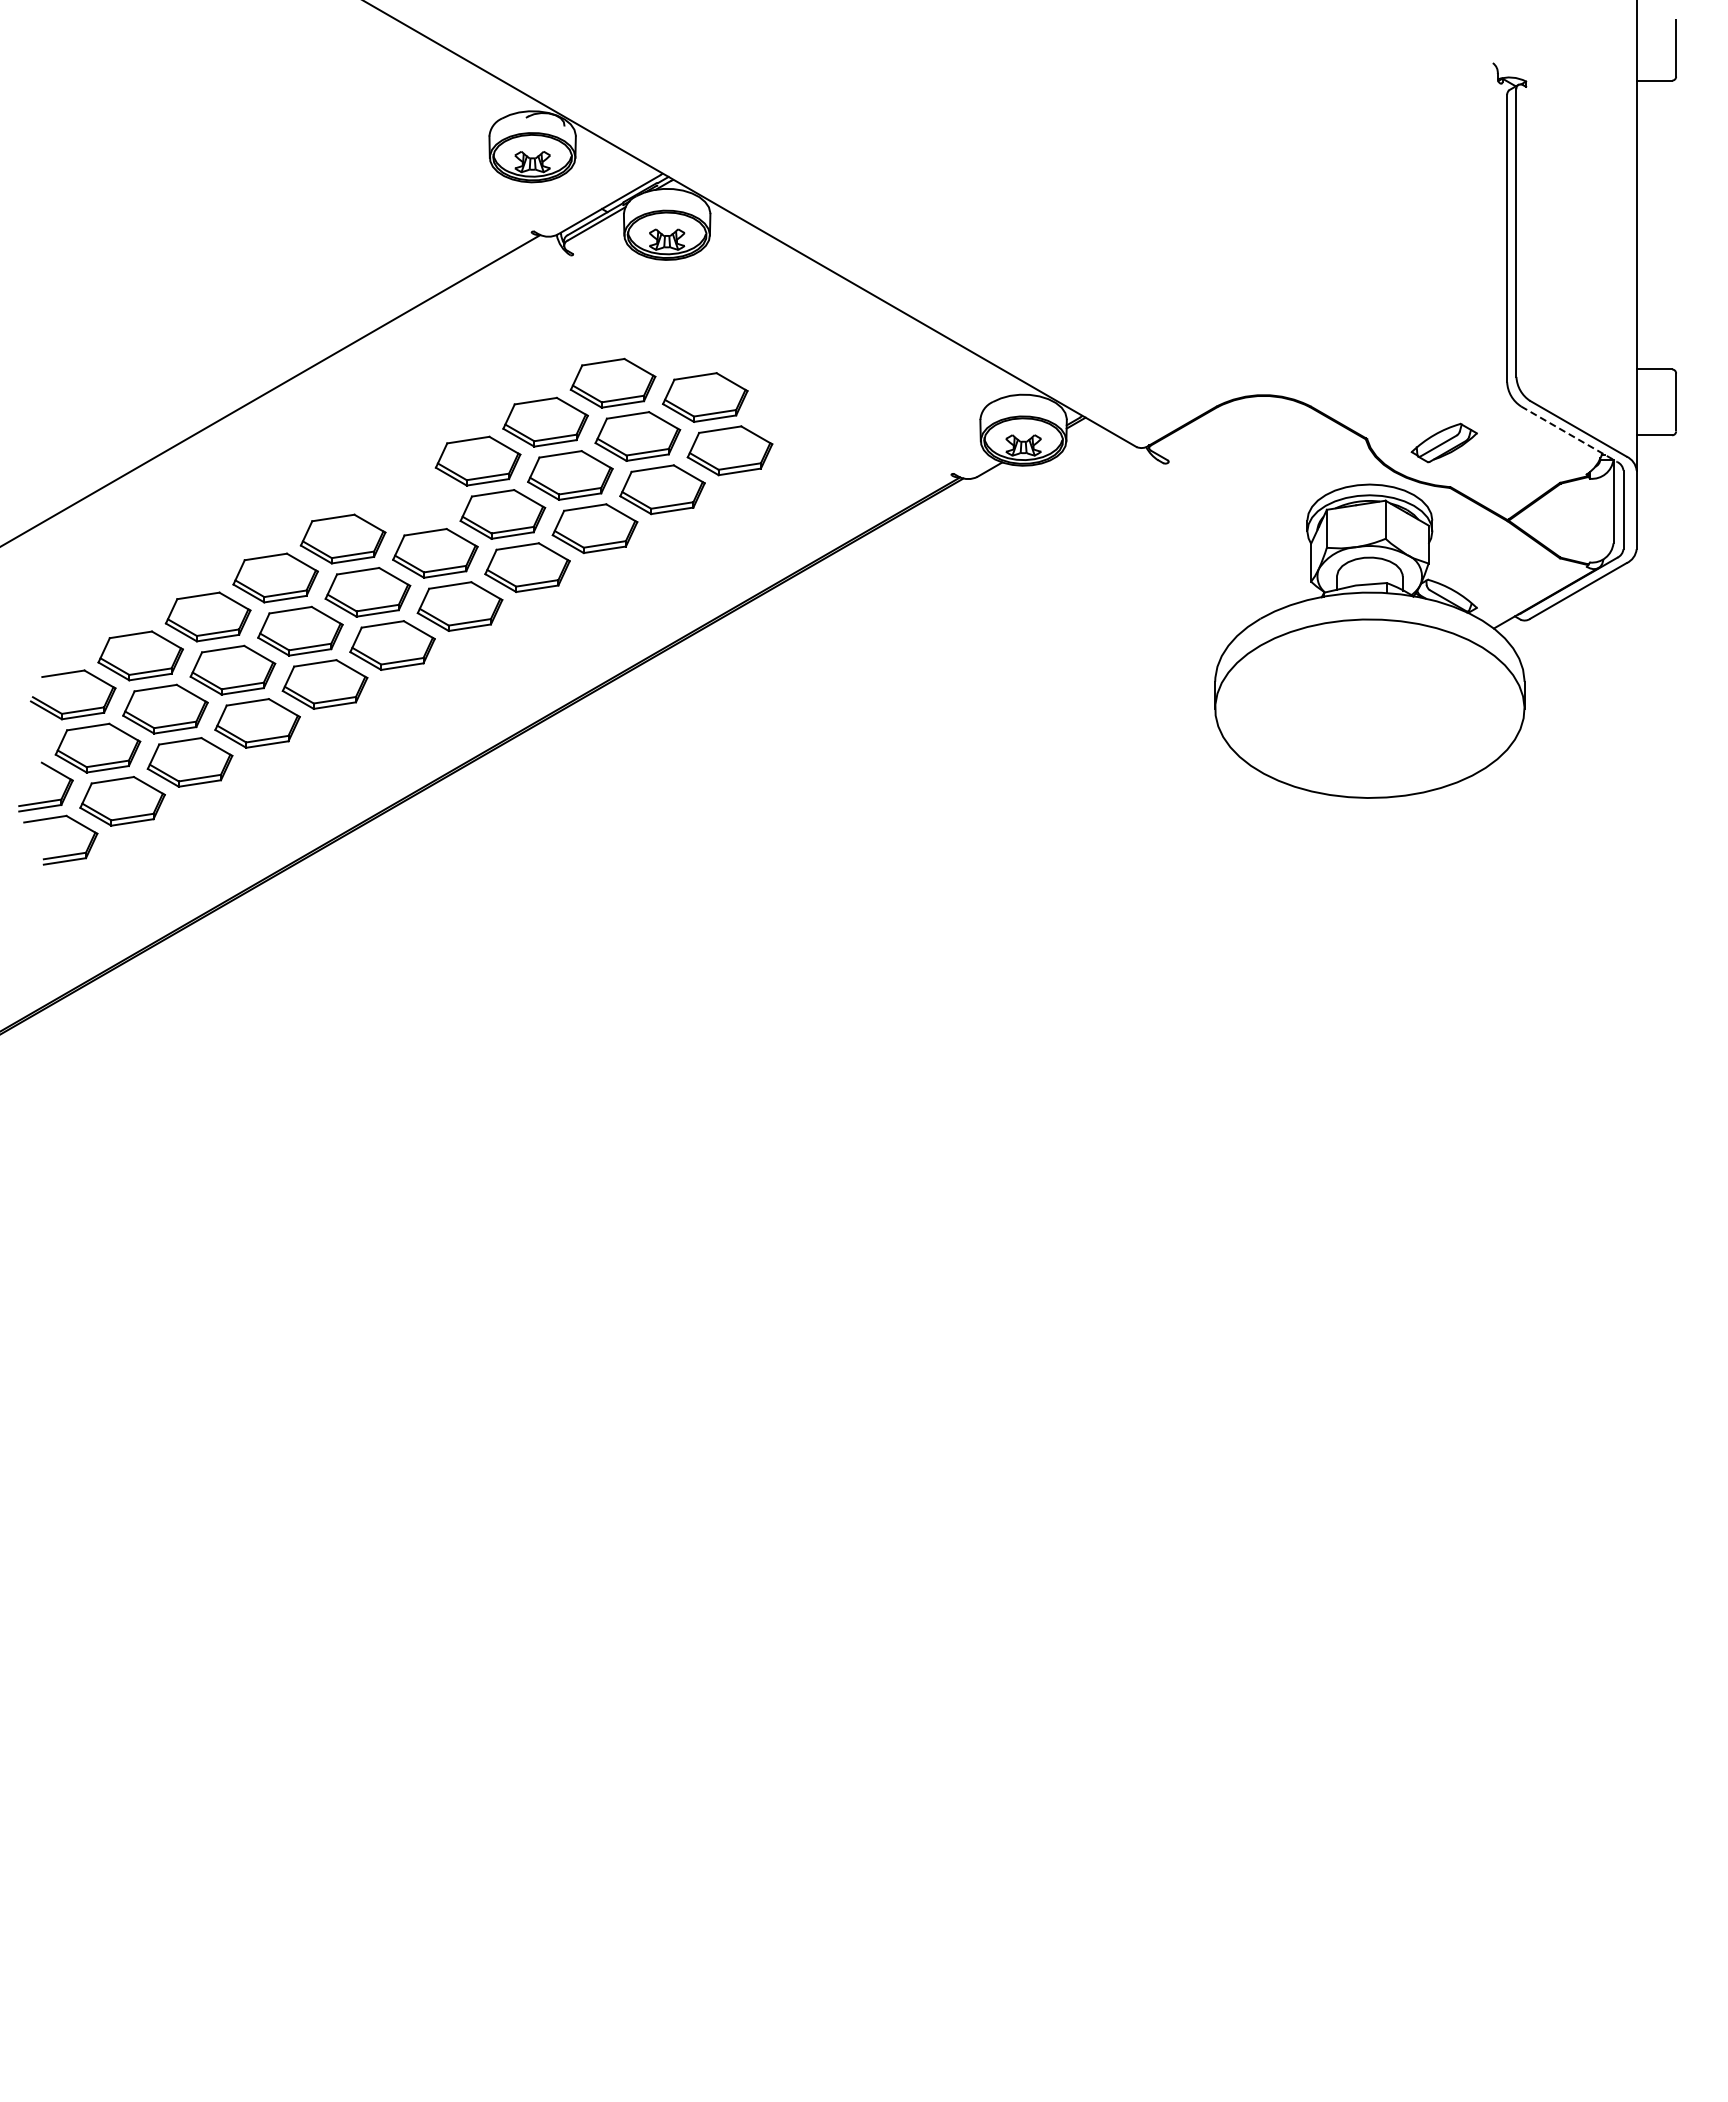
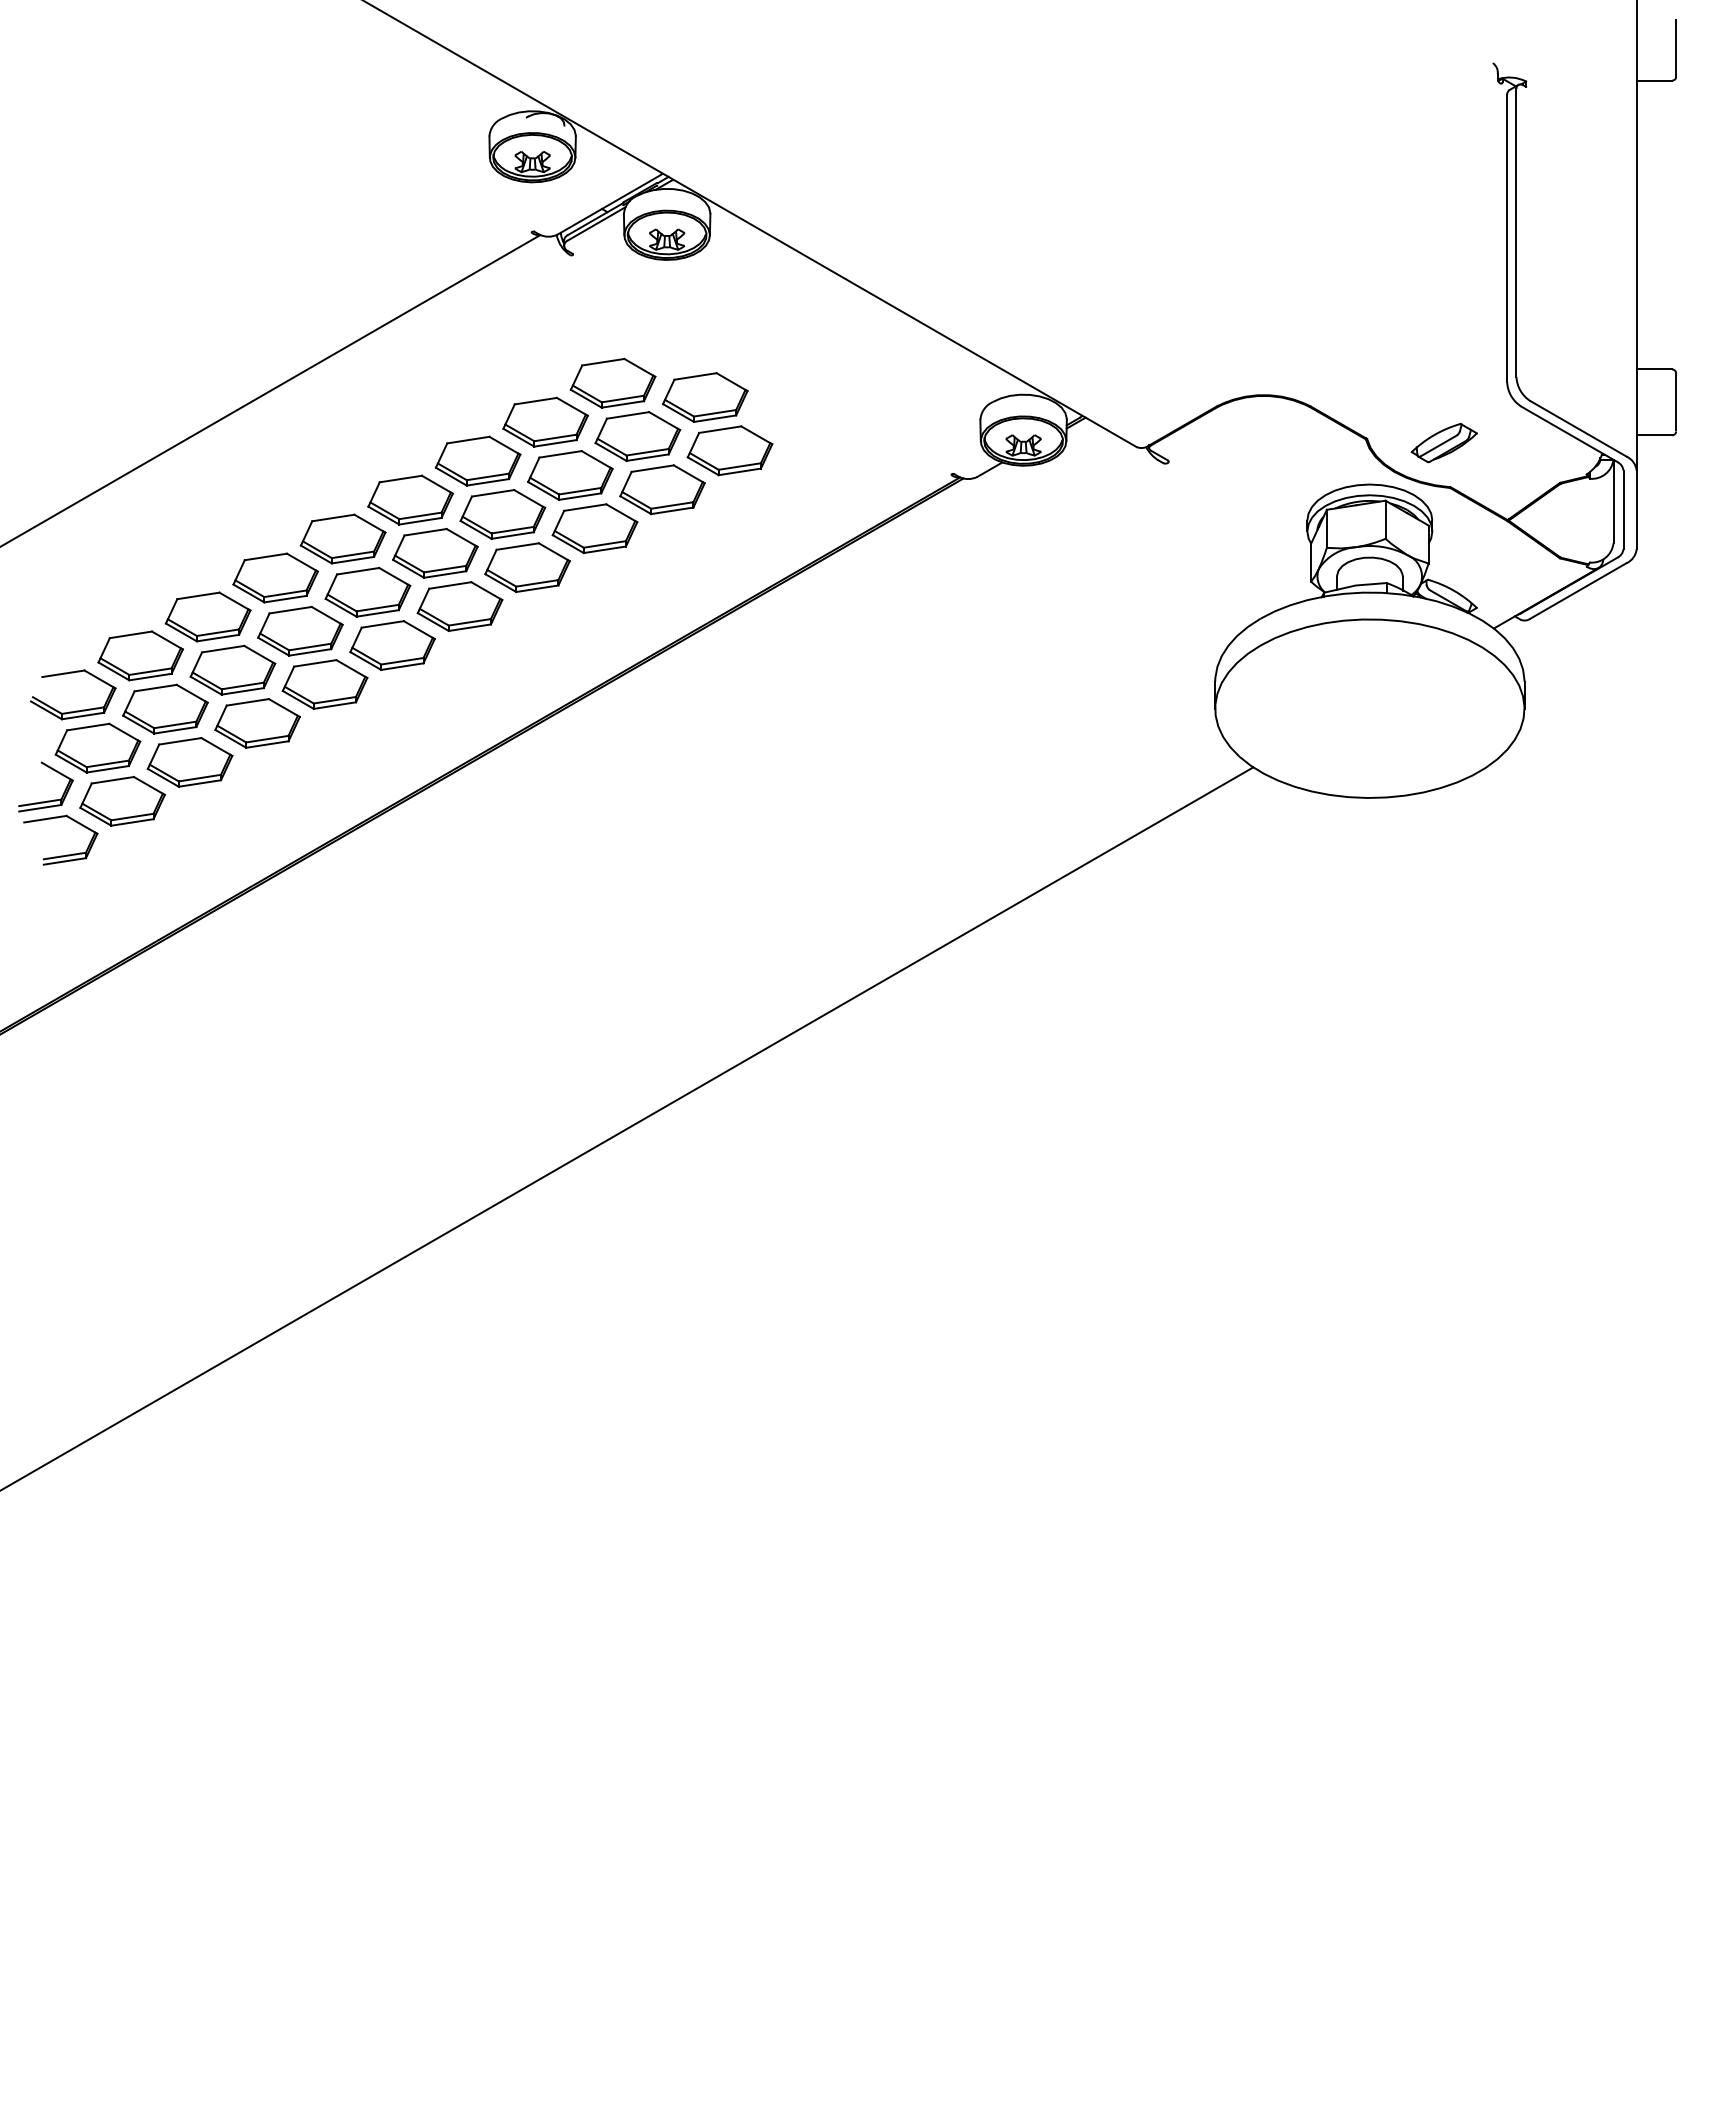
line at (1569, 434): dashed -> solid
part at (410, 499): none -> present
line at (627, 1128): none -> present
